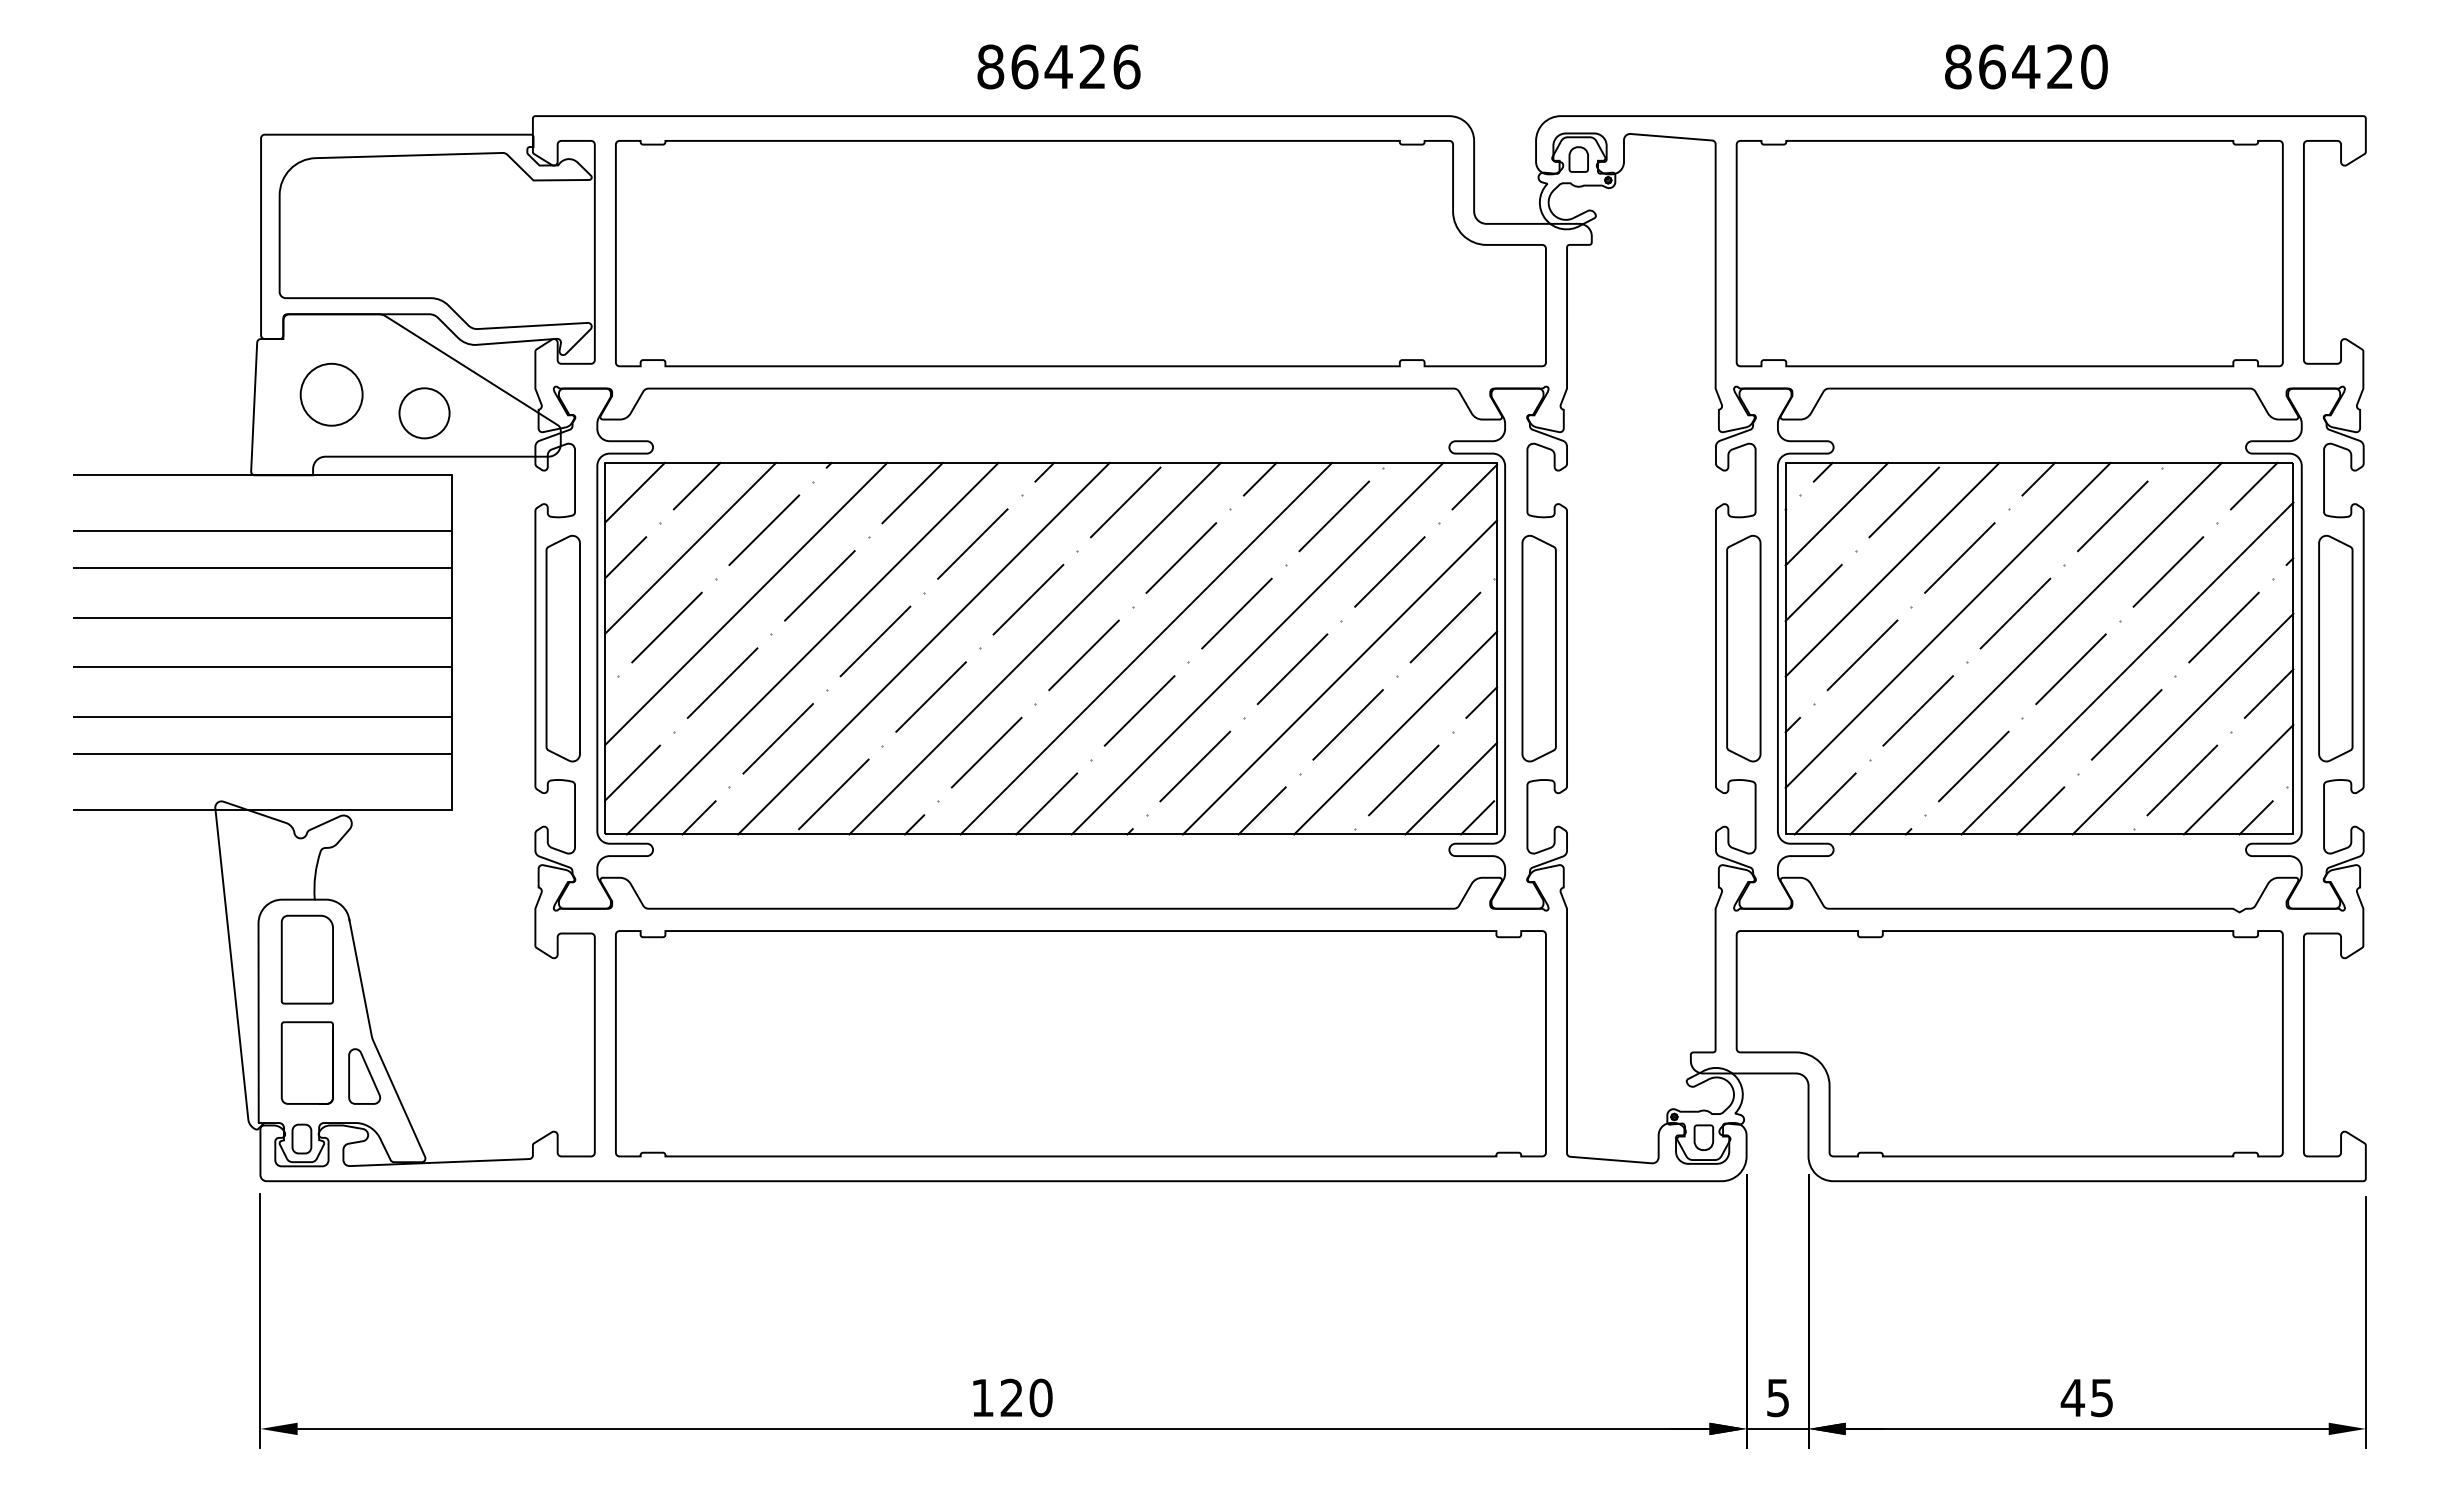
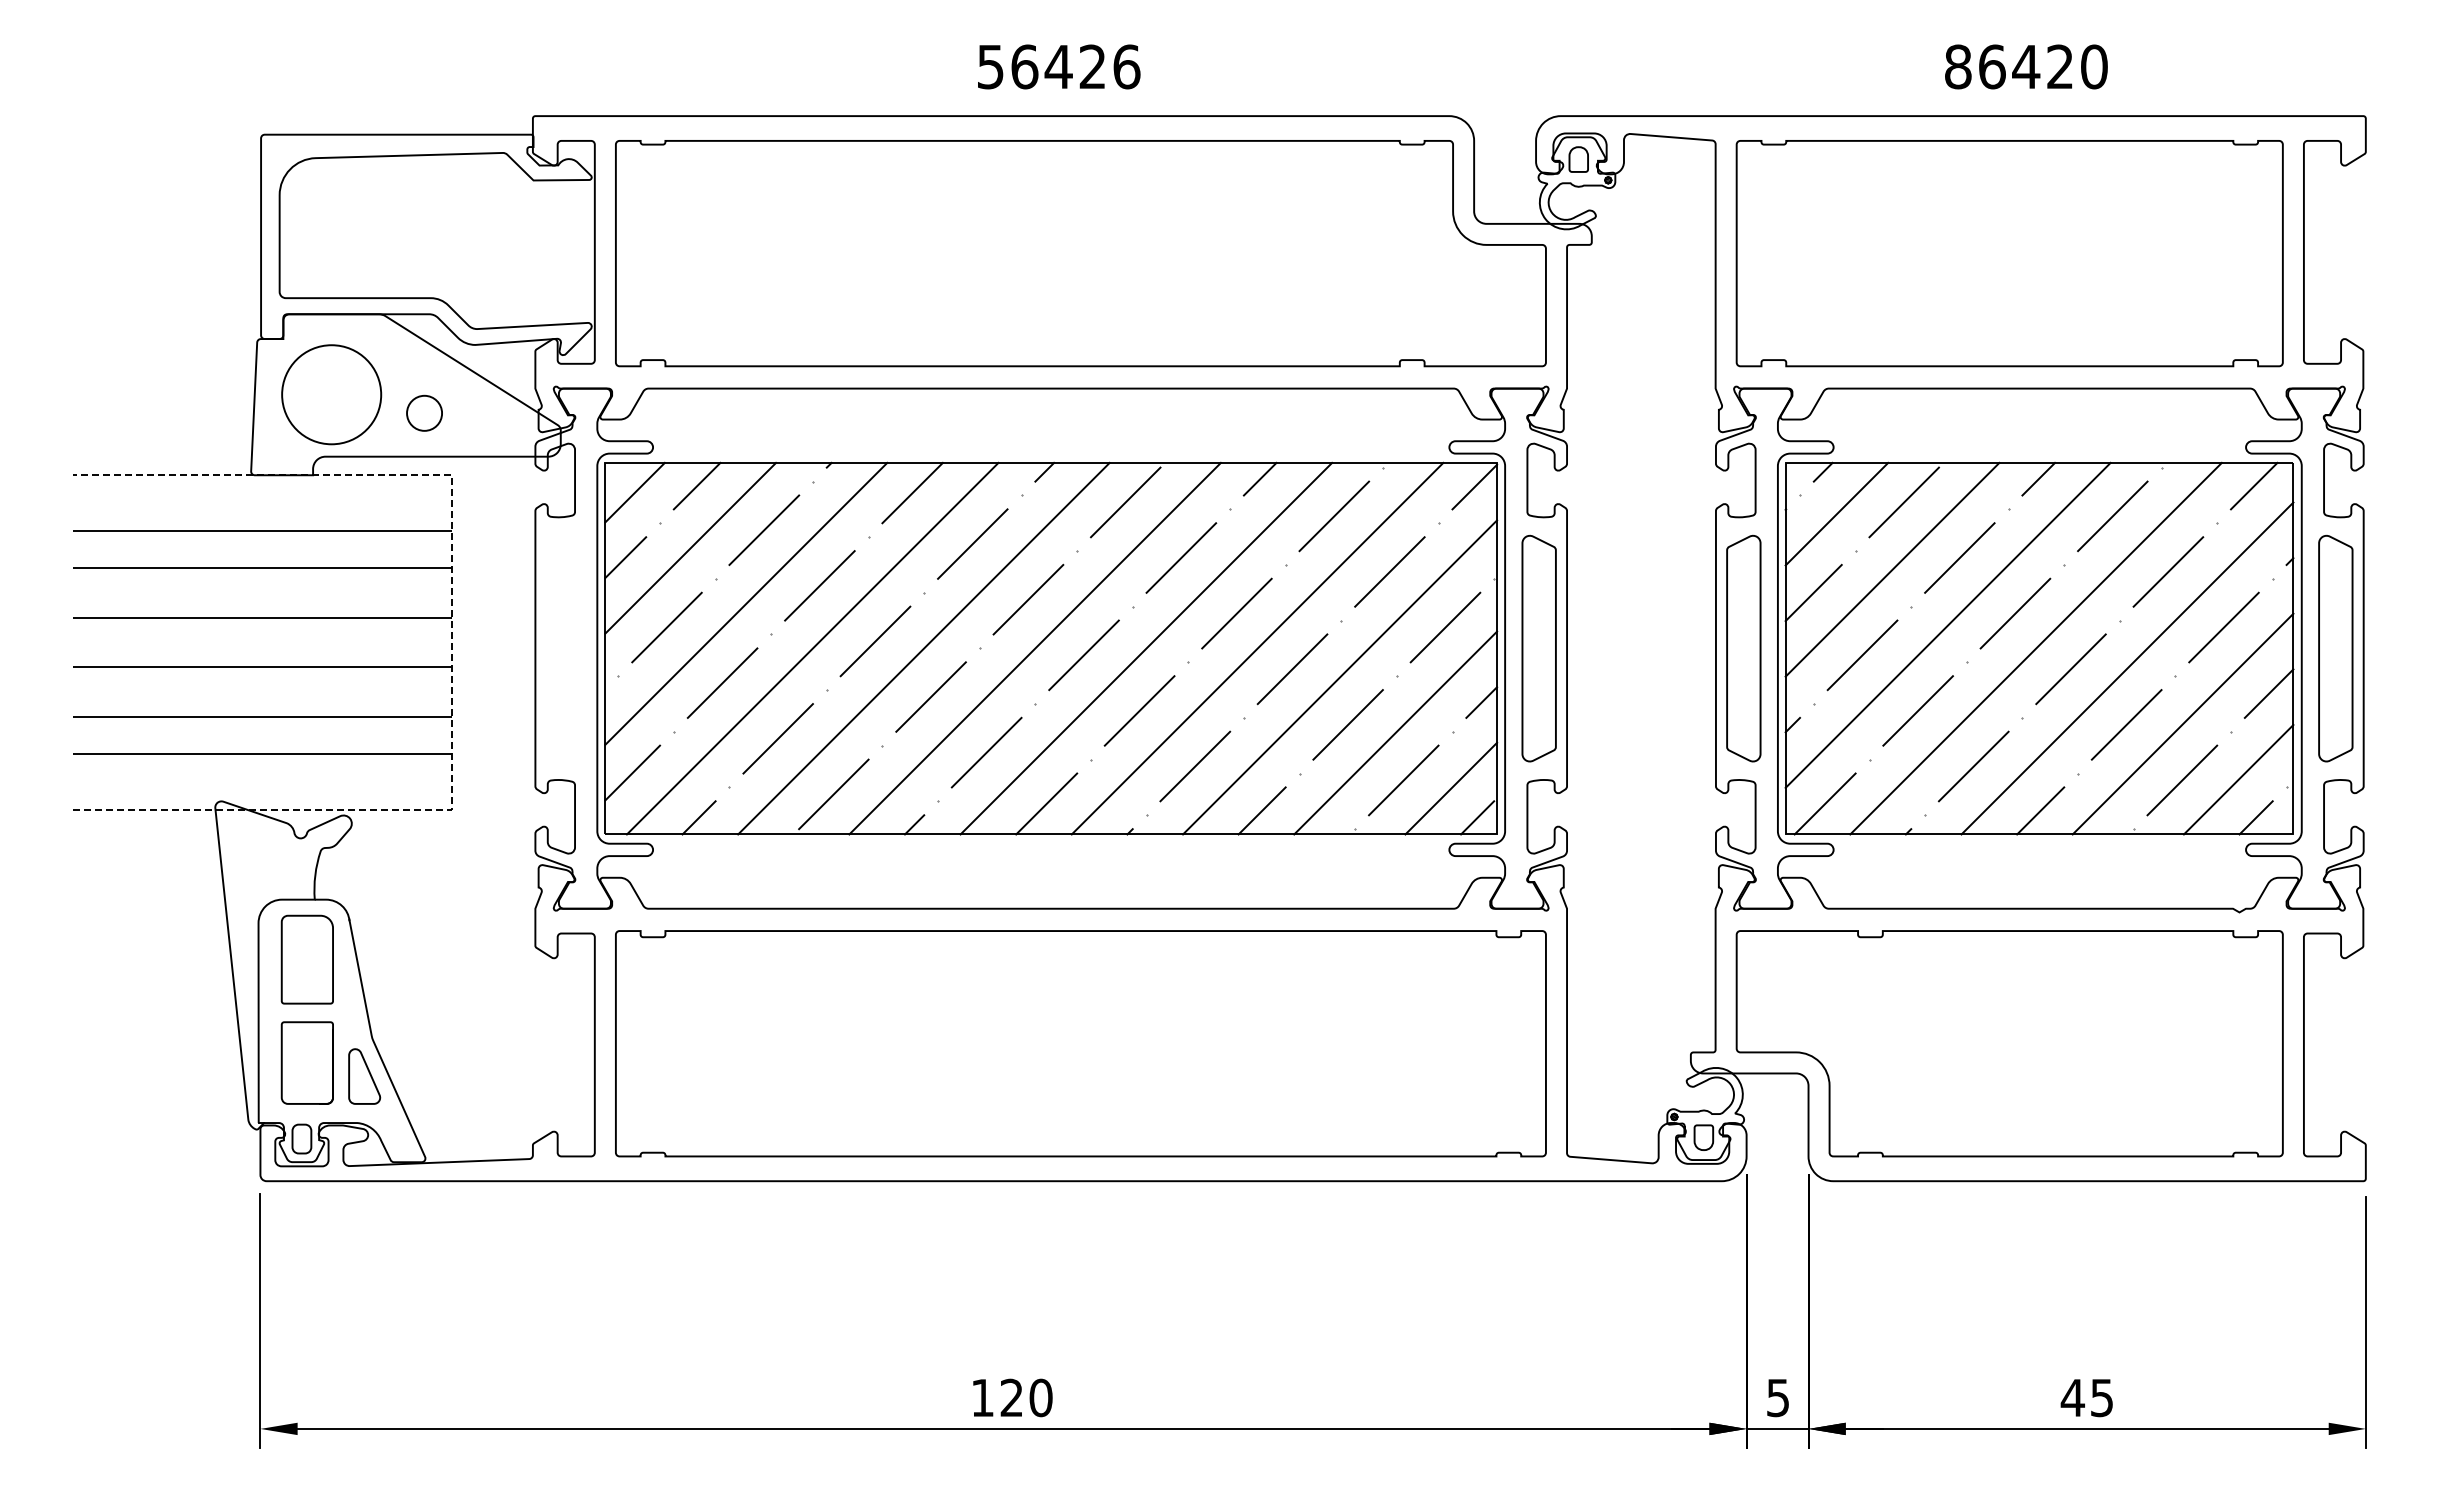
text at (990, 66): 86426 -> 56426
circle at (331, 394) diameter: 62 px -> 99 px
circle at (424, 413) diameter: 50 px -> 35 px
line at (452, 641): solid -> dashed
part at (562, 648): present -> none
